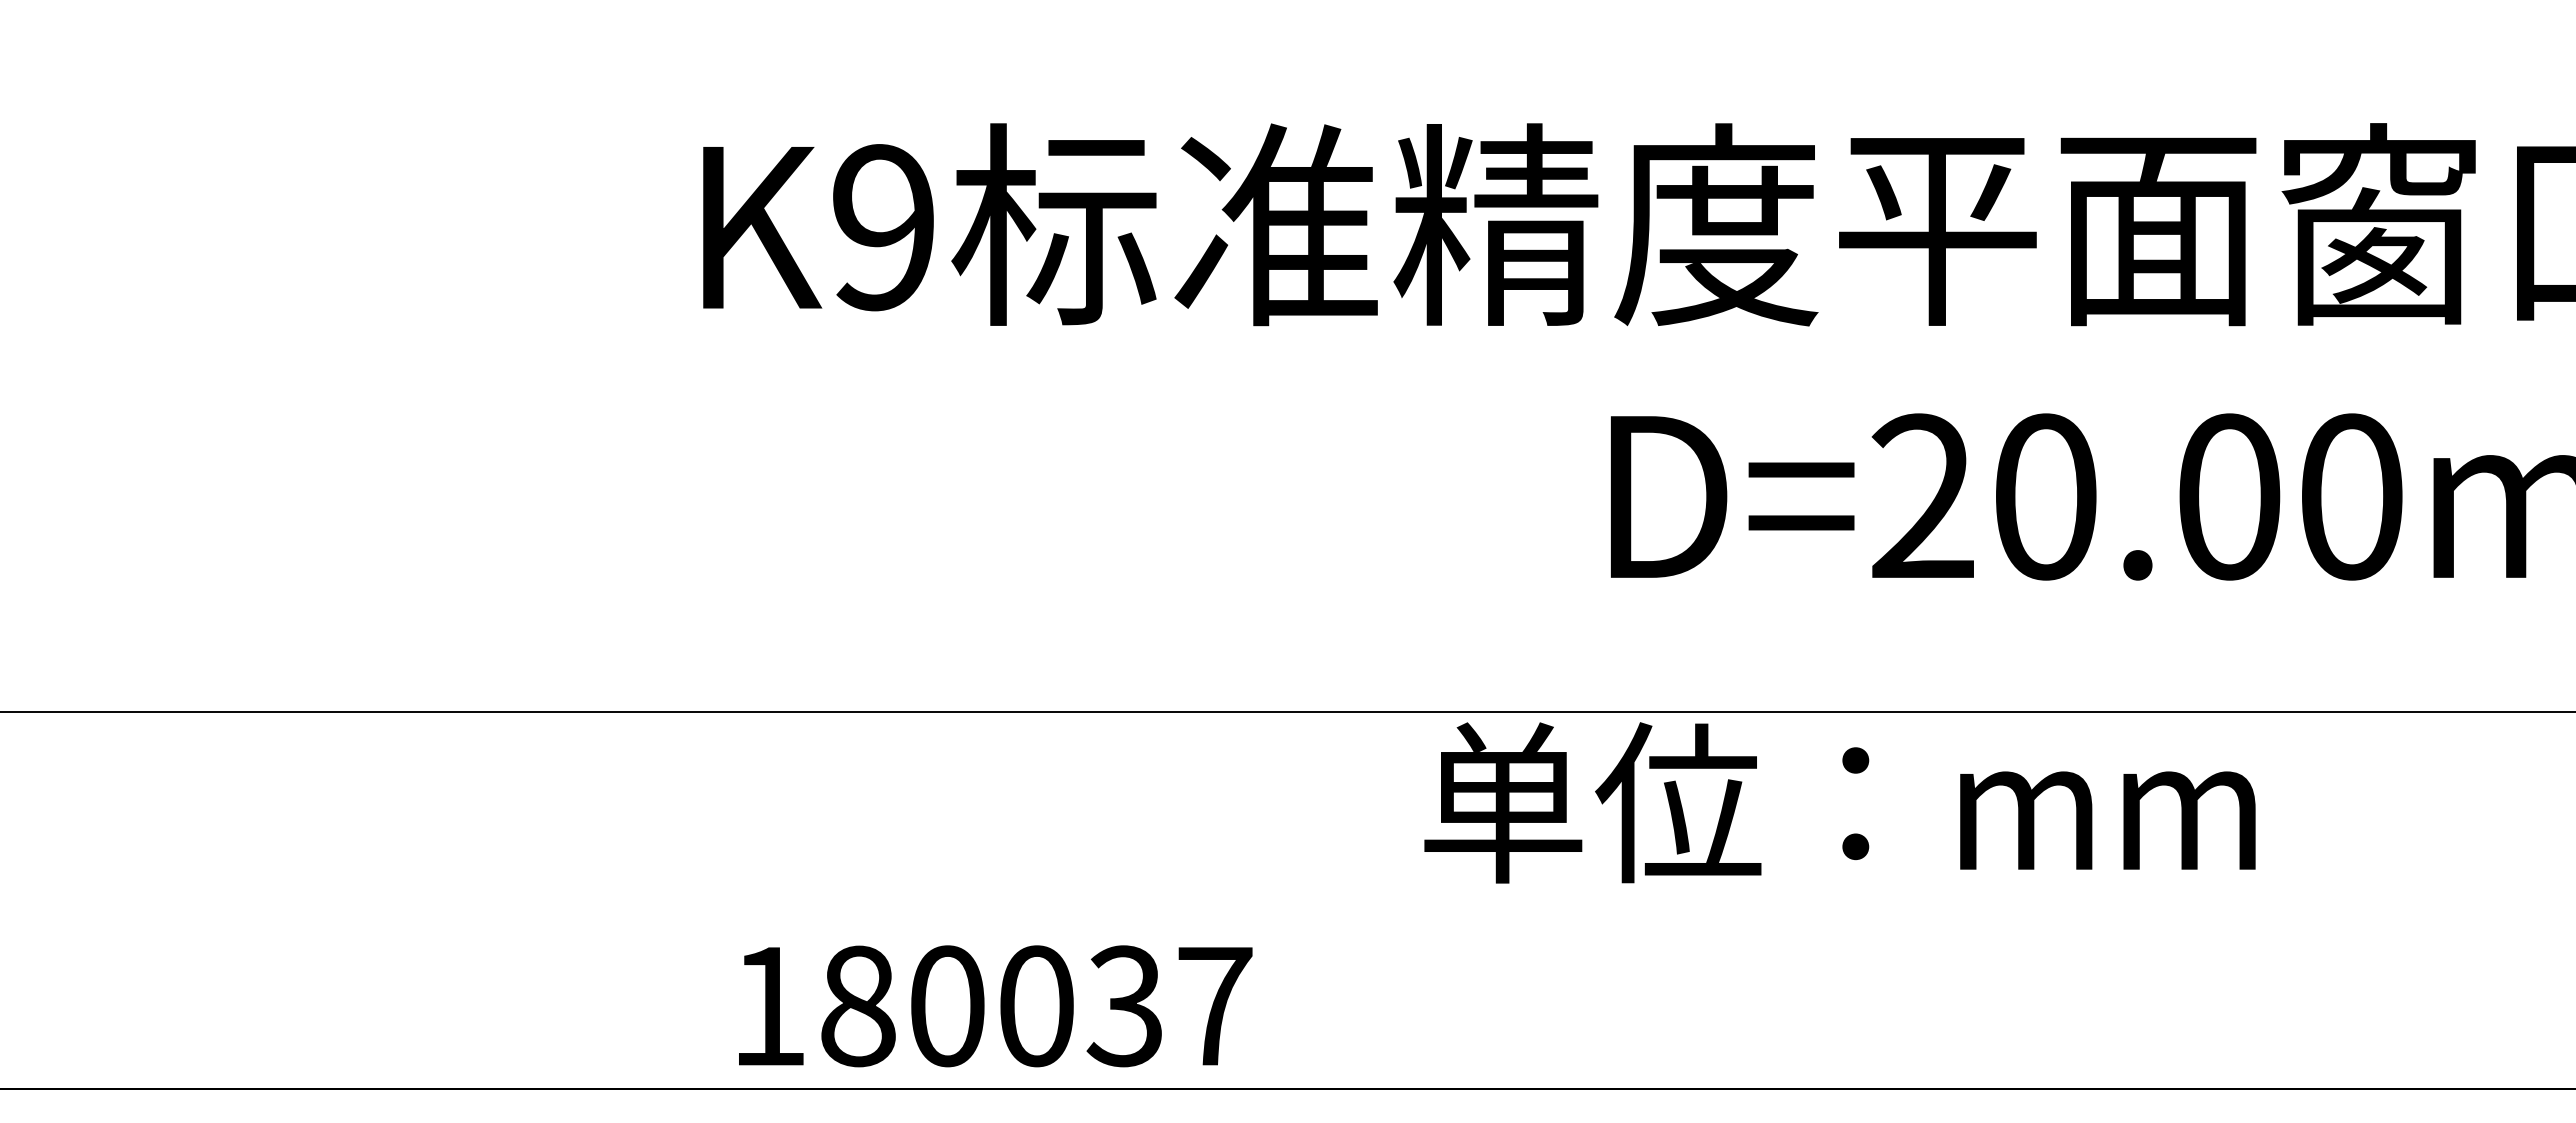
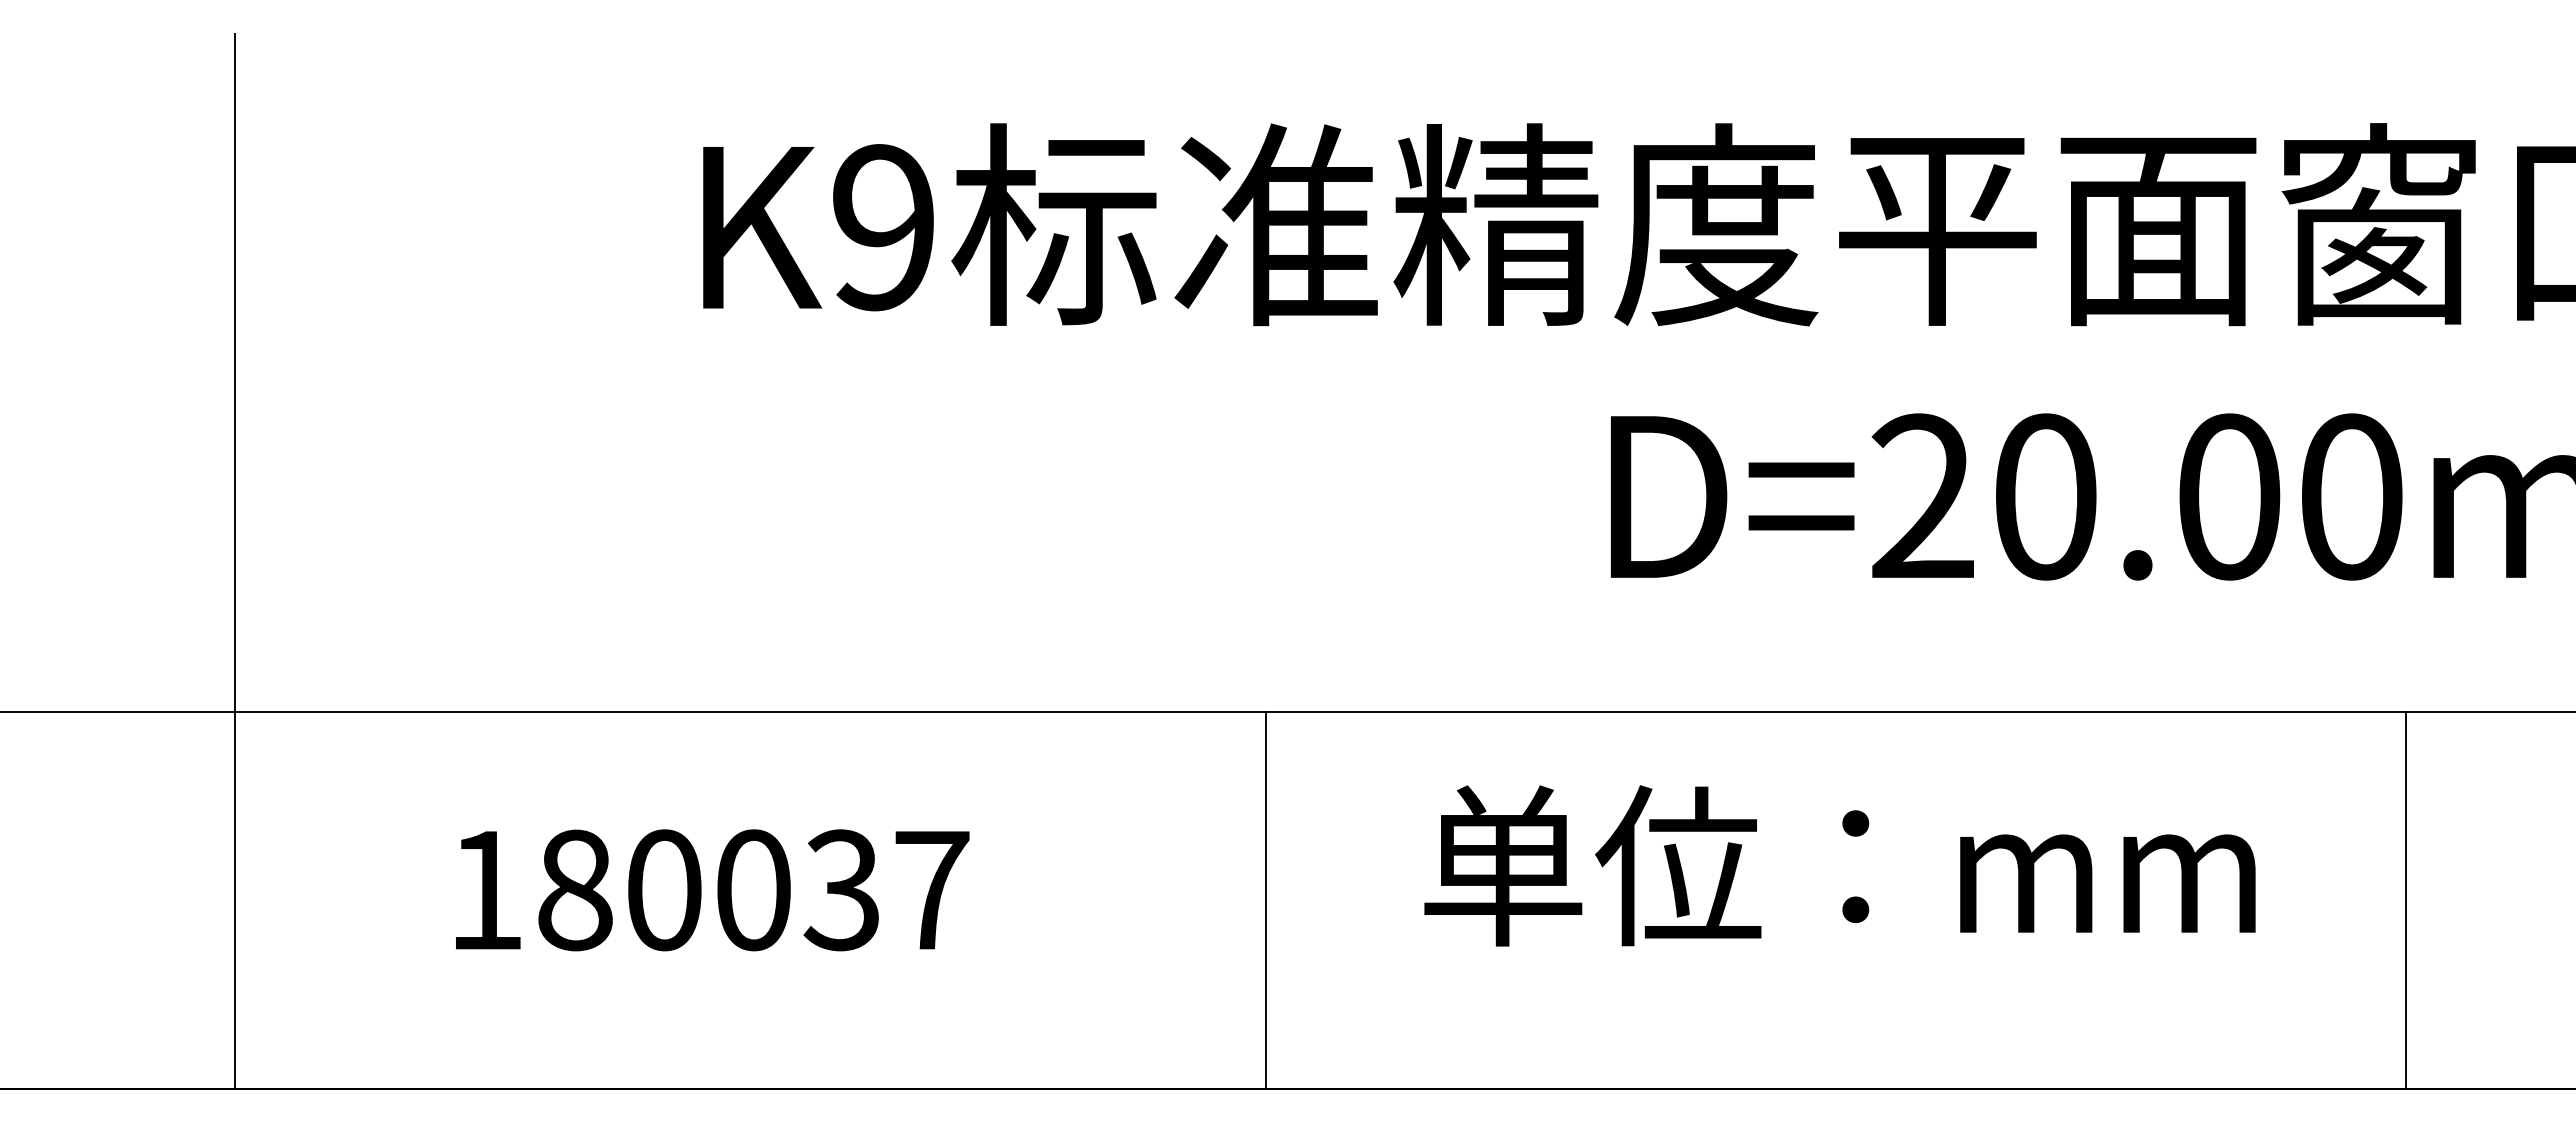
line at (235, 561): none -> present
text at (1839, 802) position: (1839, 802) -> (1839, 865)
line at (1266, 900): none -> present
line at (2405, 900): none -> present
text at (995, 1006) position: (995, 1006) -> (712, 890)
